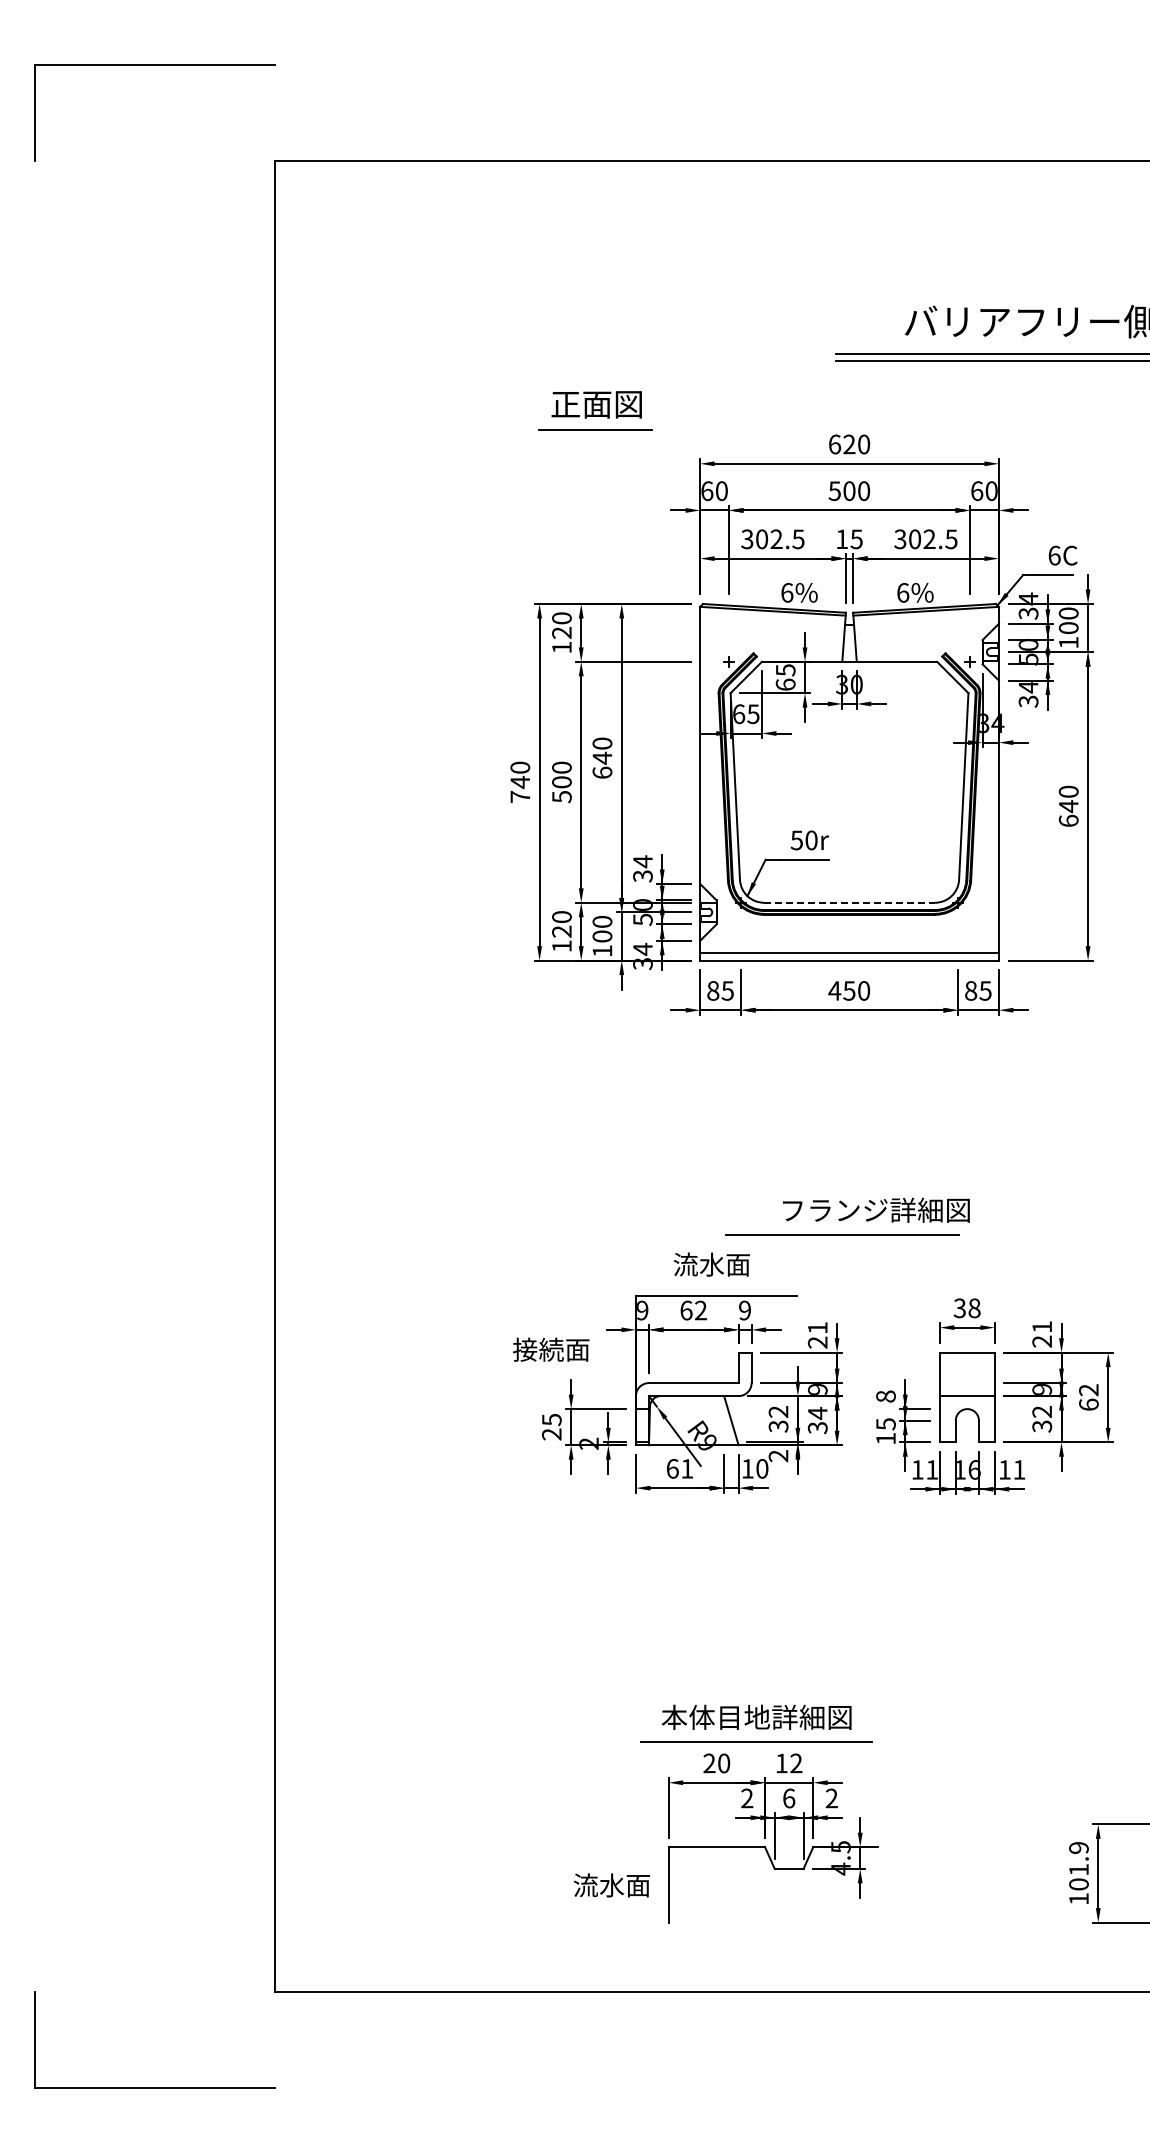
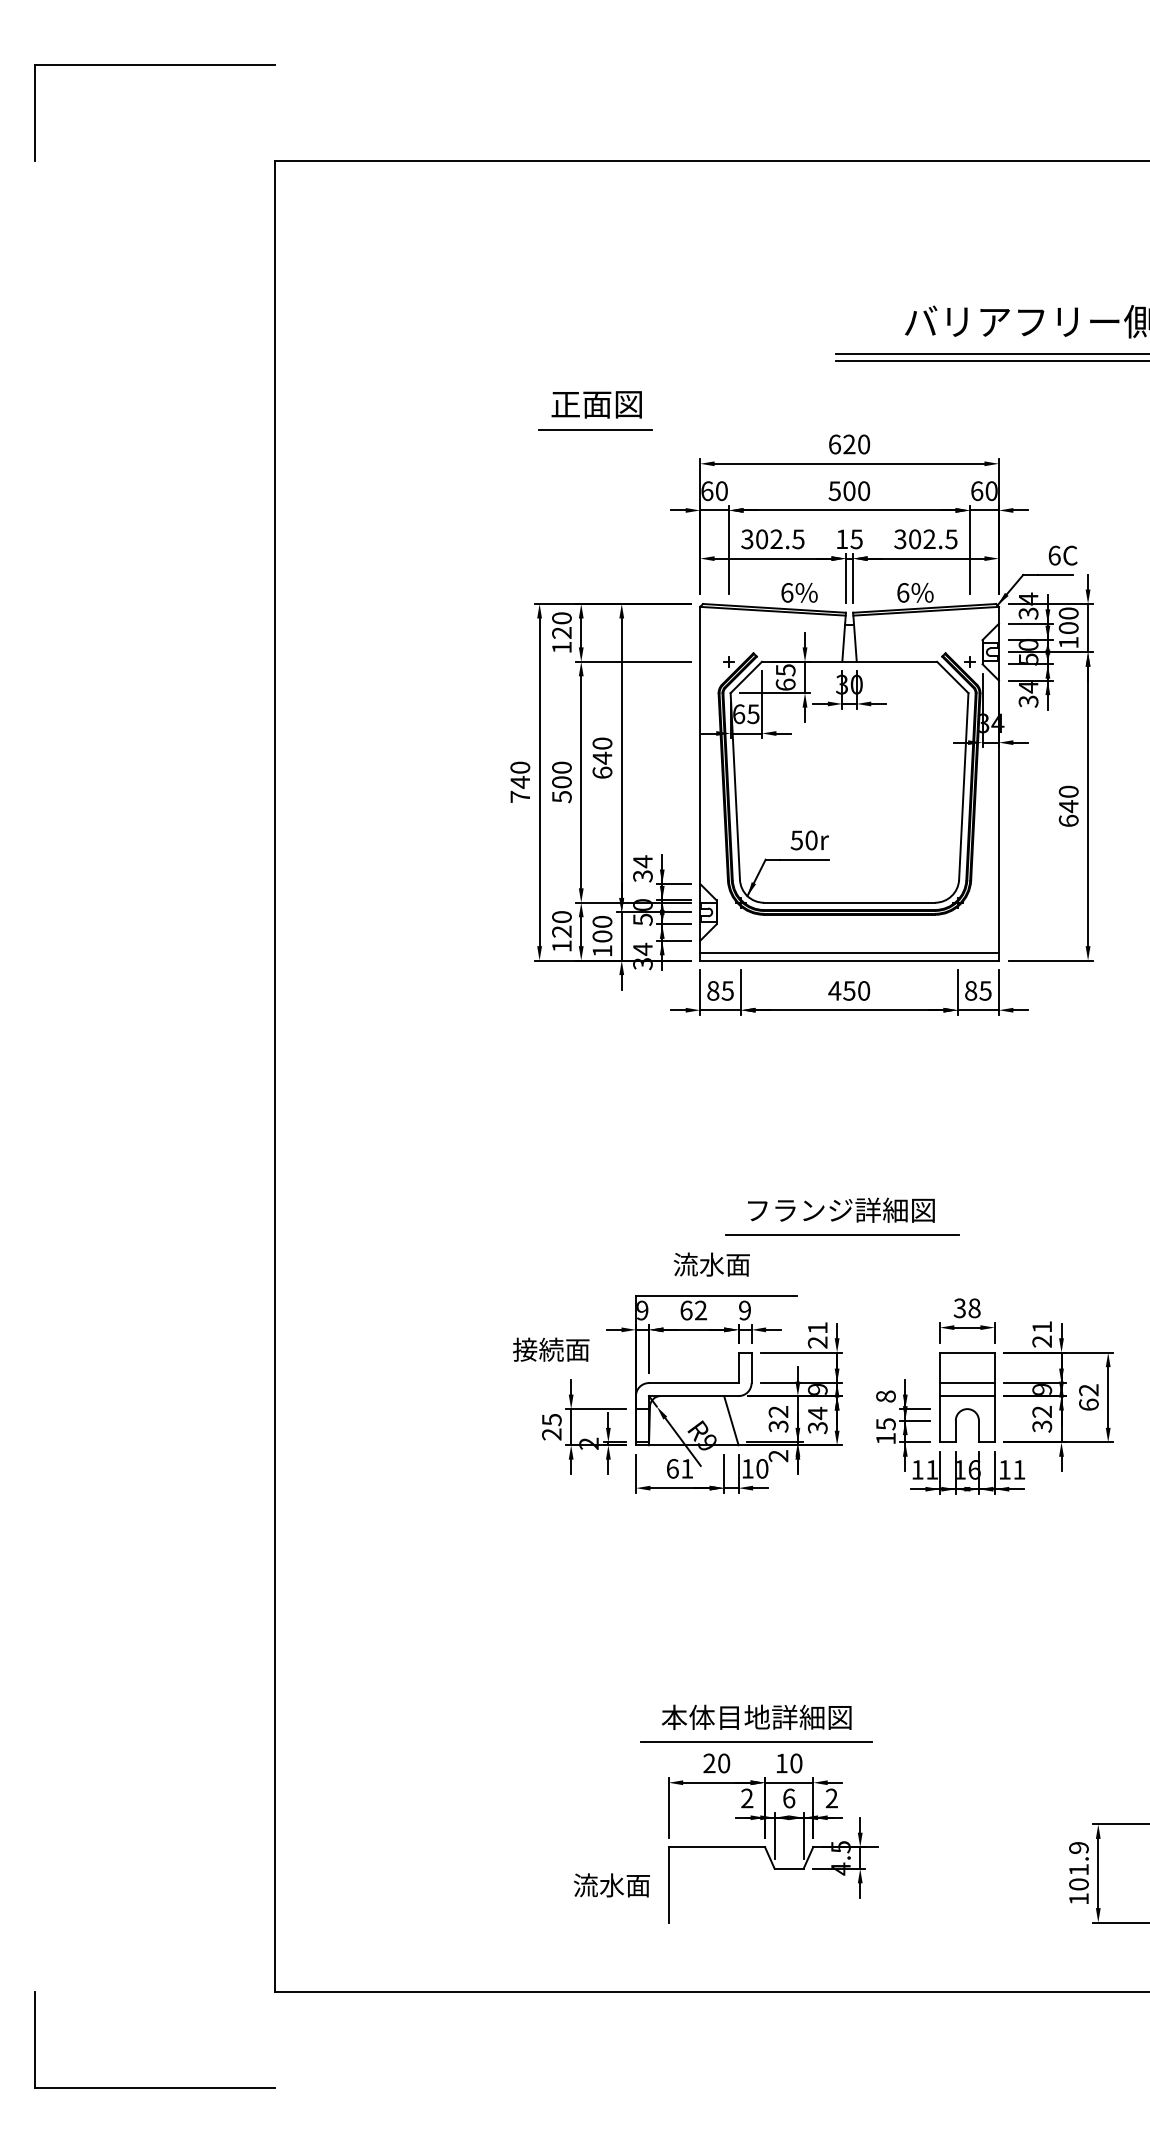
line at (849, 902): dashed -> solid
text at (876, 1209) position: (876, 1209) -> (841, 1209)
line at (966, 1383): none -> present
text at (796, 1763): 12 -> 10
